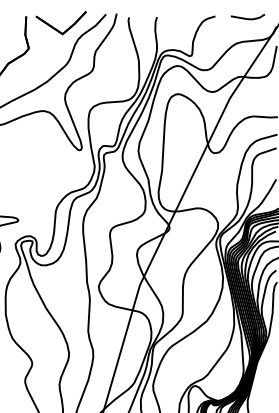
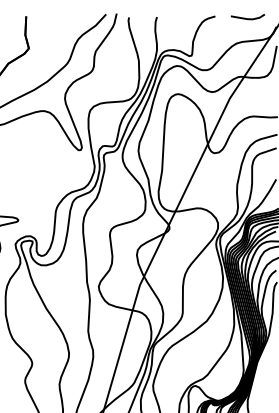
part at (56, 28): present -> none
